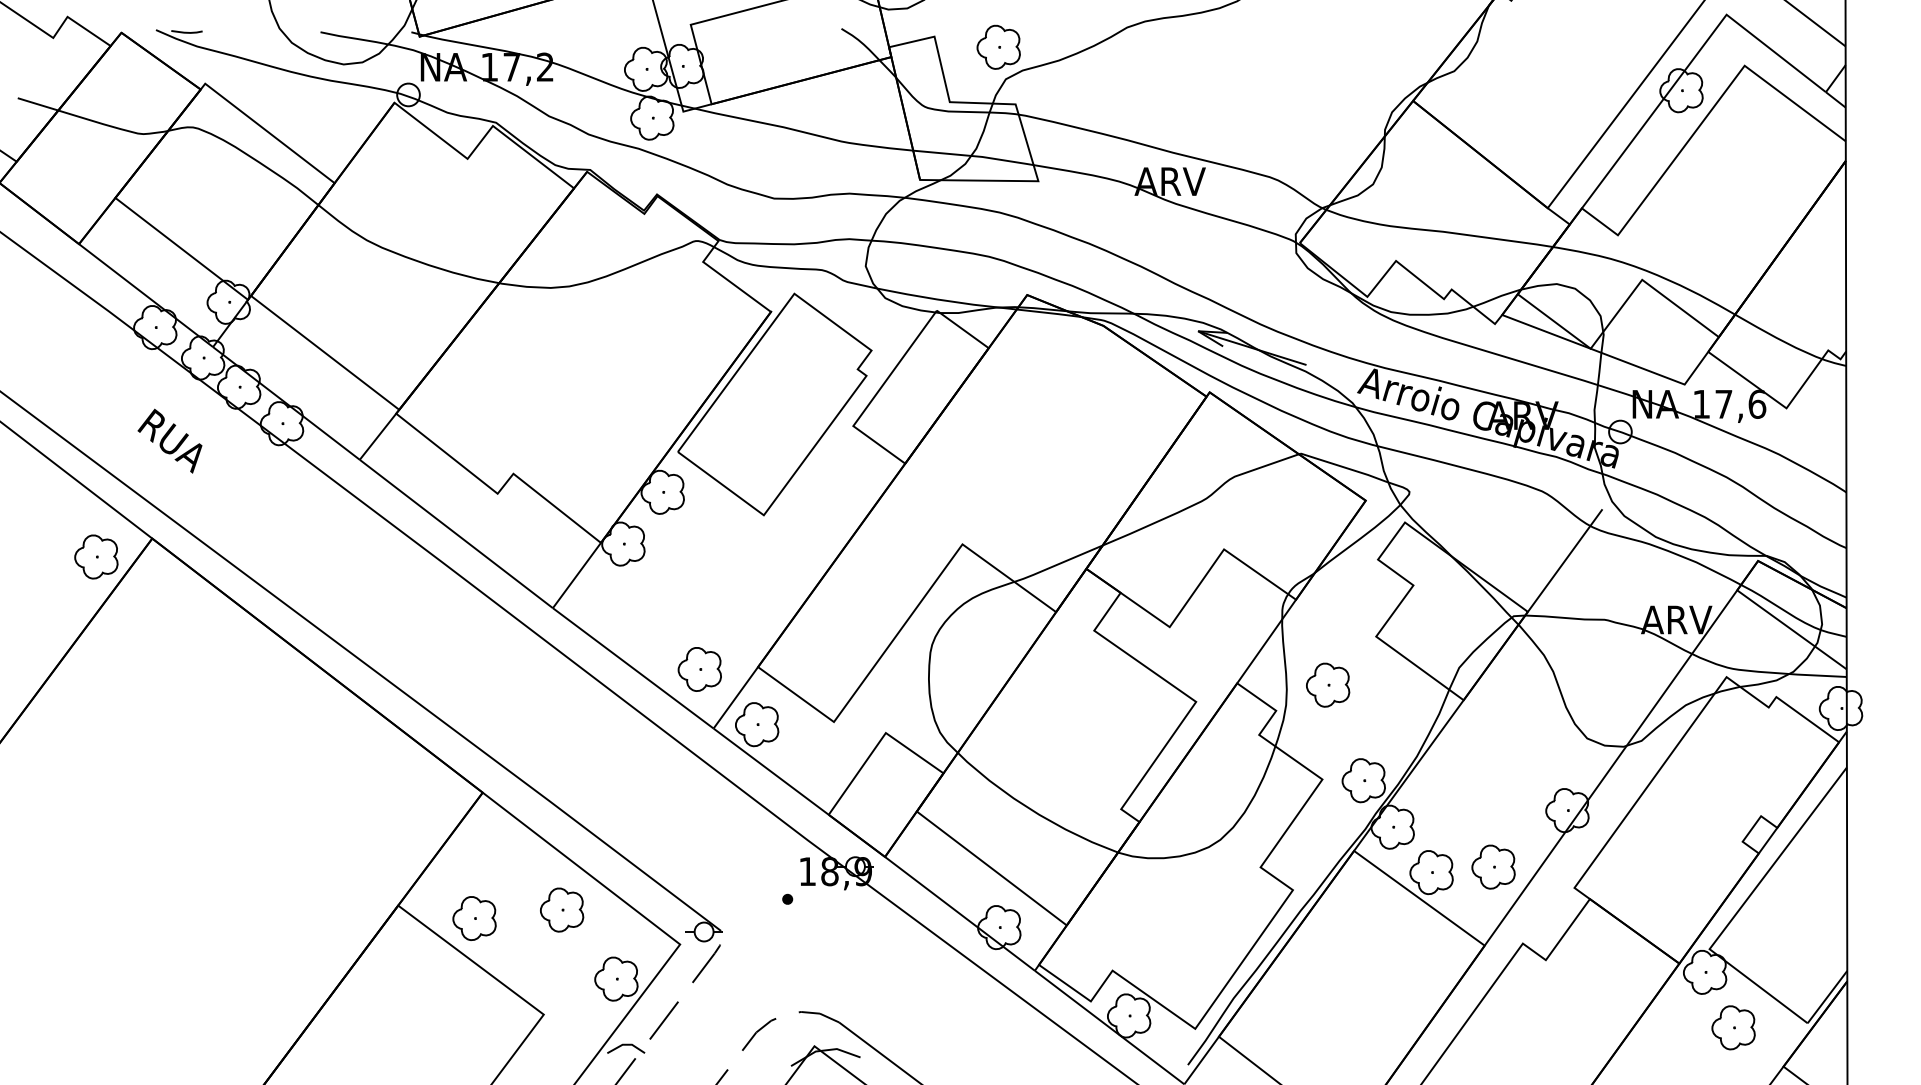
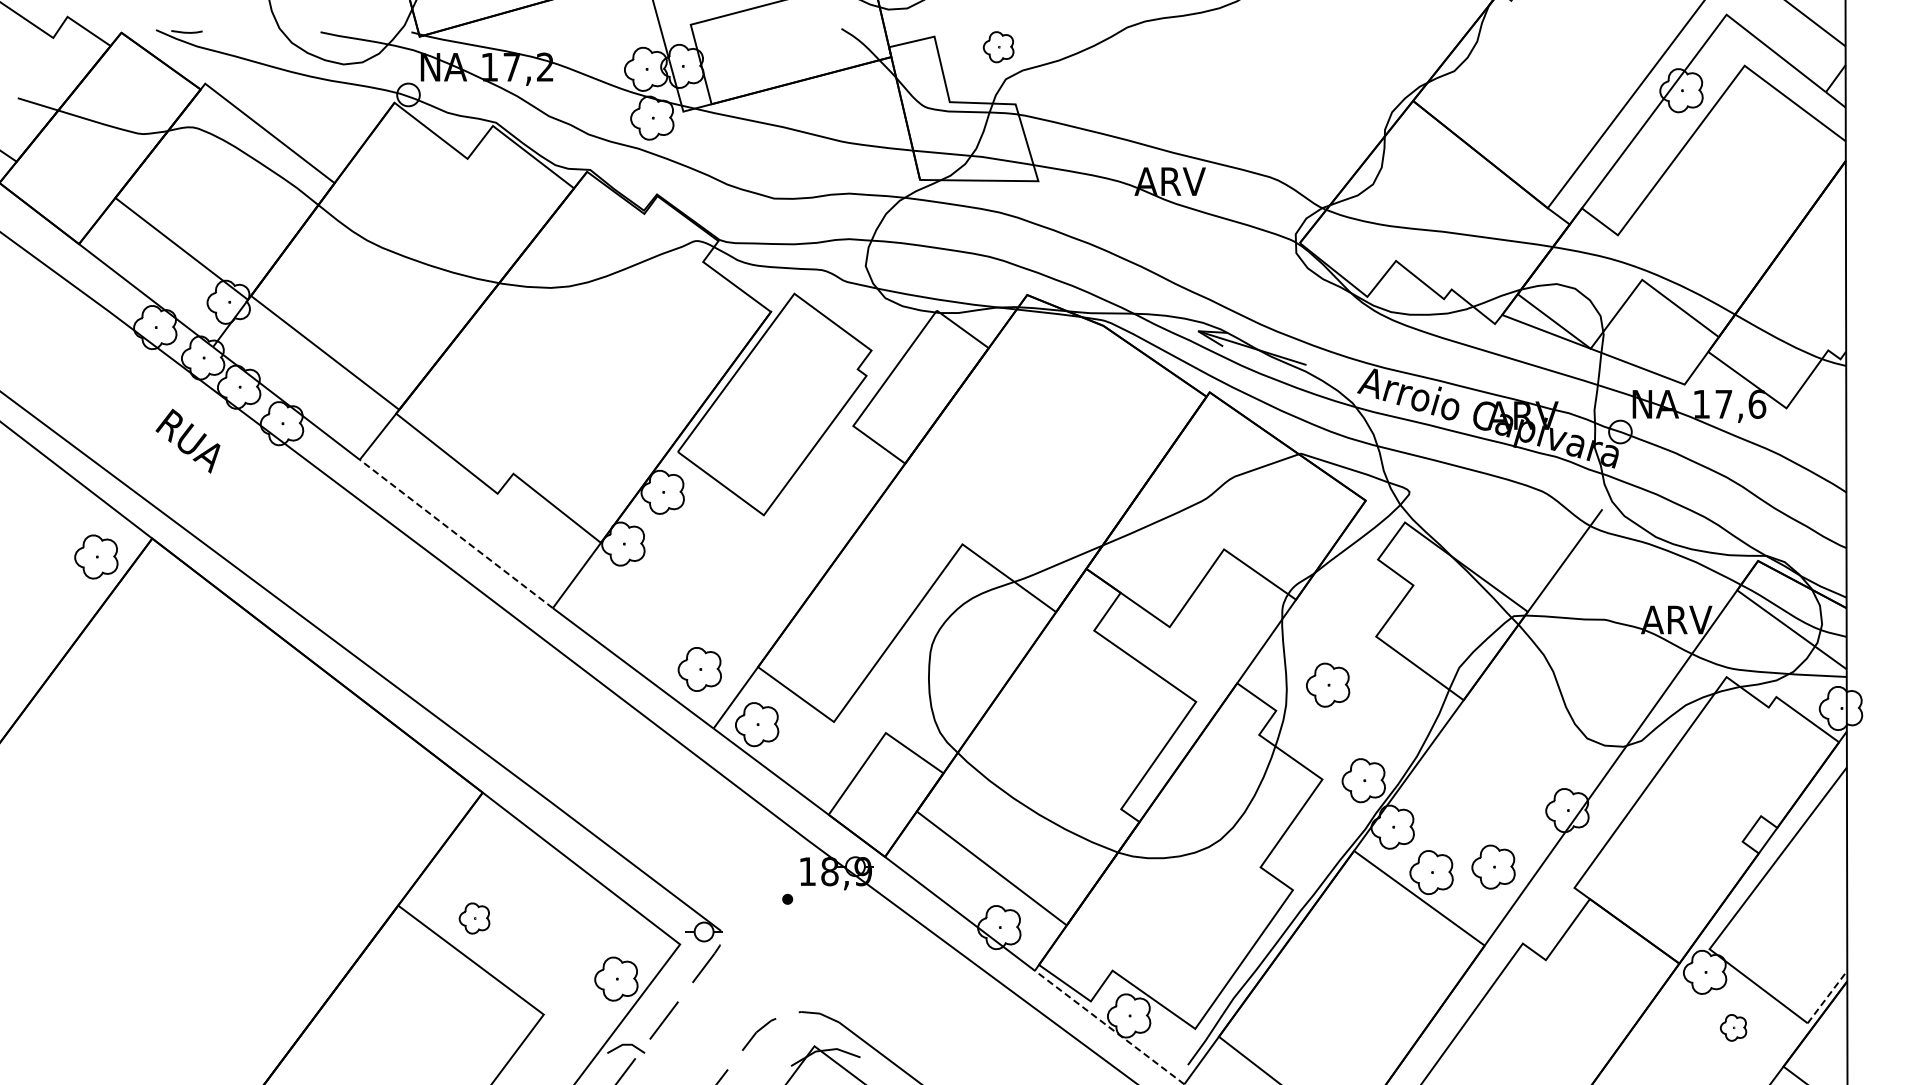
part at (998, 46) size: 45x46 px -> 33x33 px
text at (169, 440) position: (169, 440) -> (187, 440)
line at (456, 533): solid -> dashed
part at (562, 909): present -> none
part at (474, 918) size: 45x45 px -> 33x33 px
line at (1827, 997): solid -> dashed
line at (1109, 1027): solid -> dashed
part at (1733, 1027) size: 45x46 px -> 28x28 px
